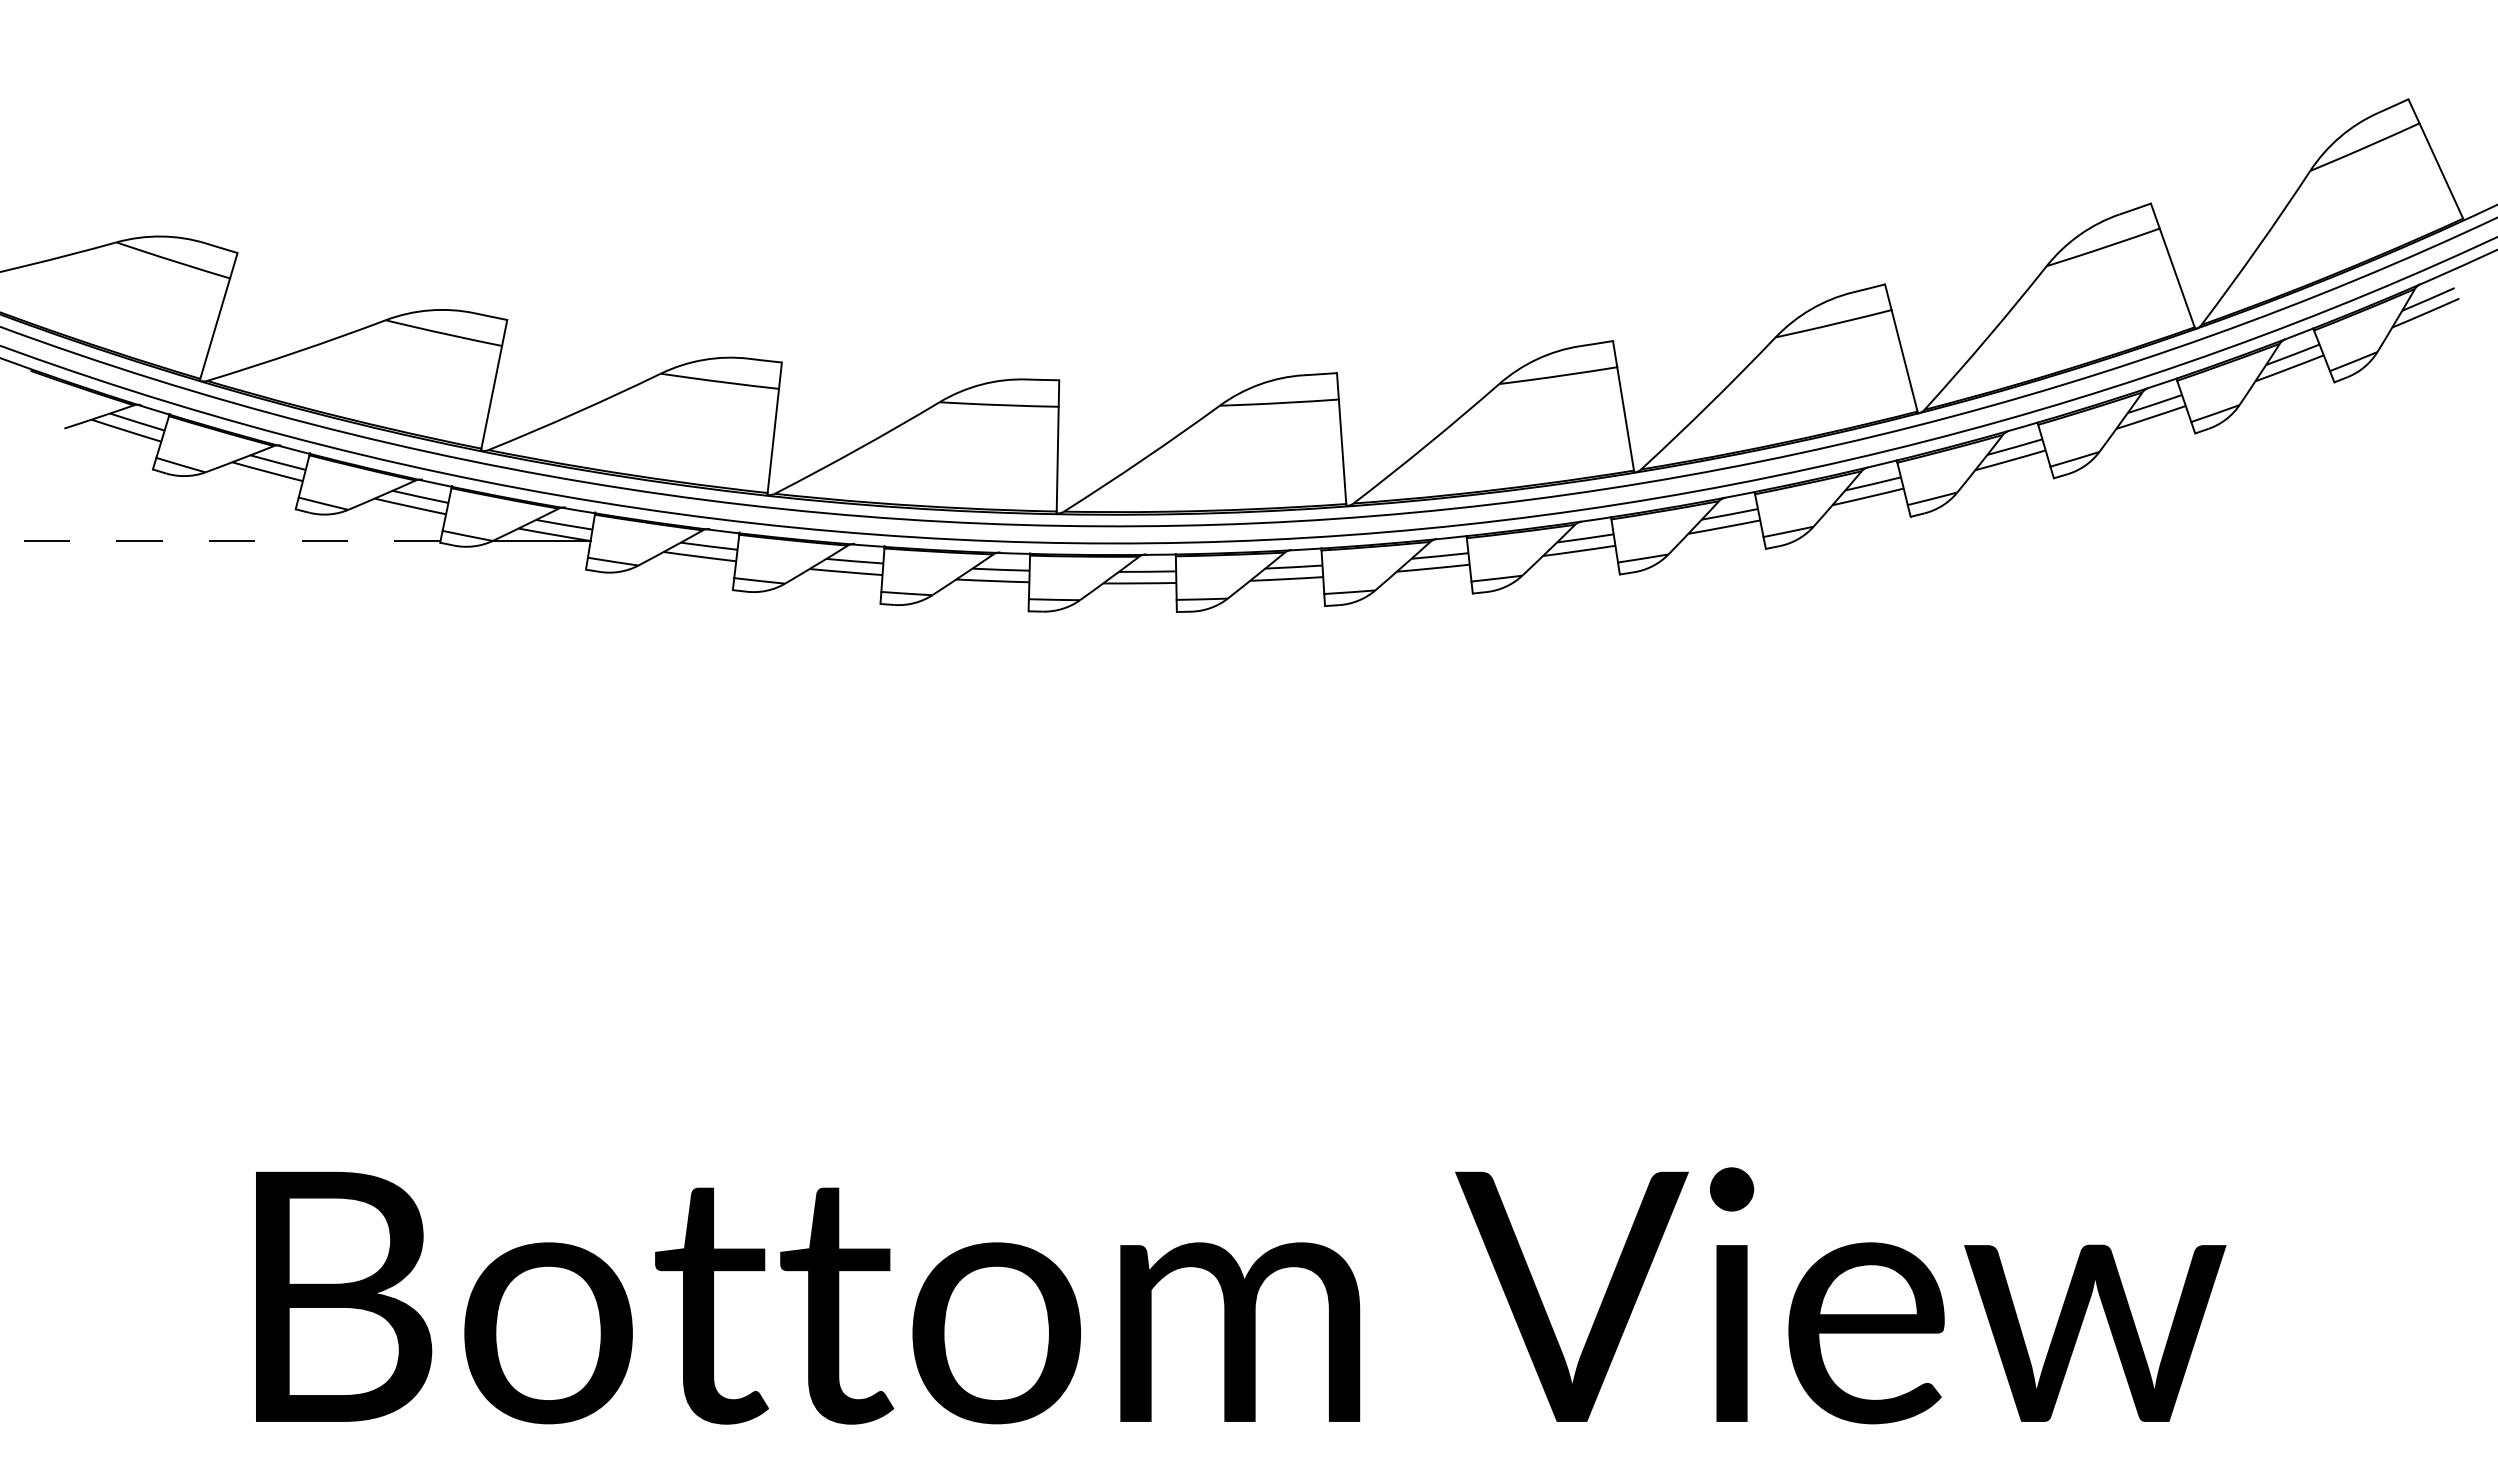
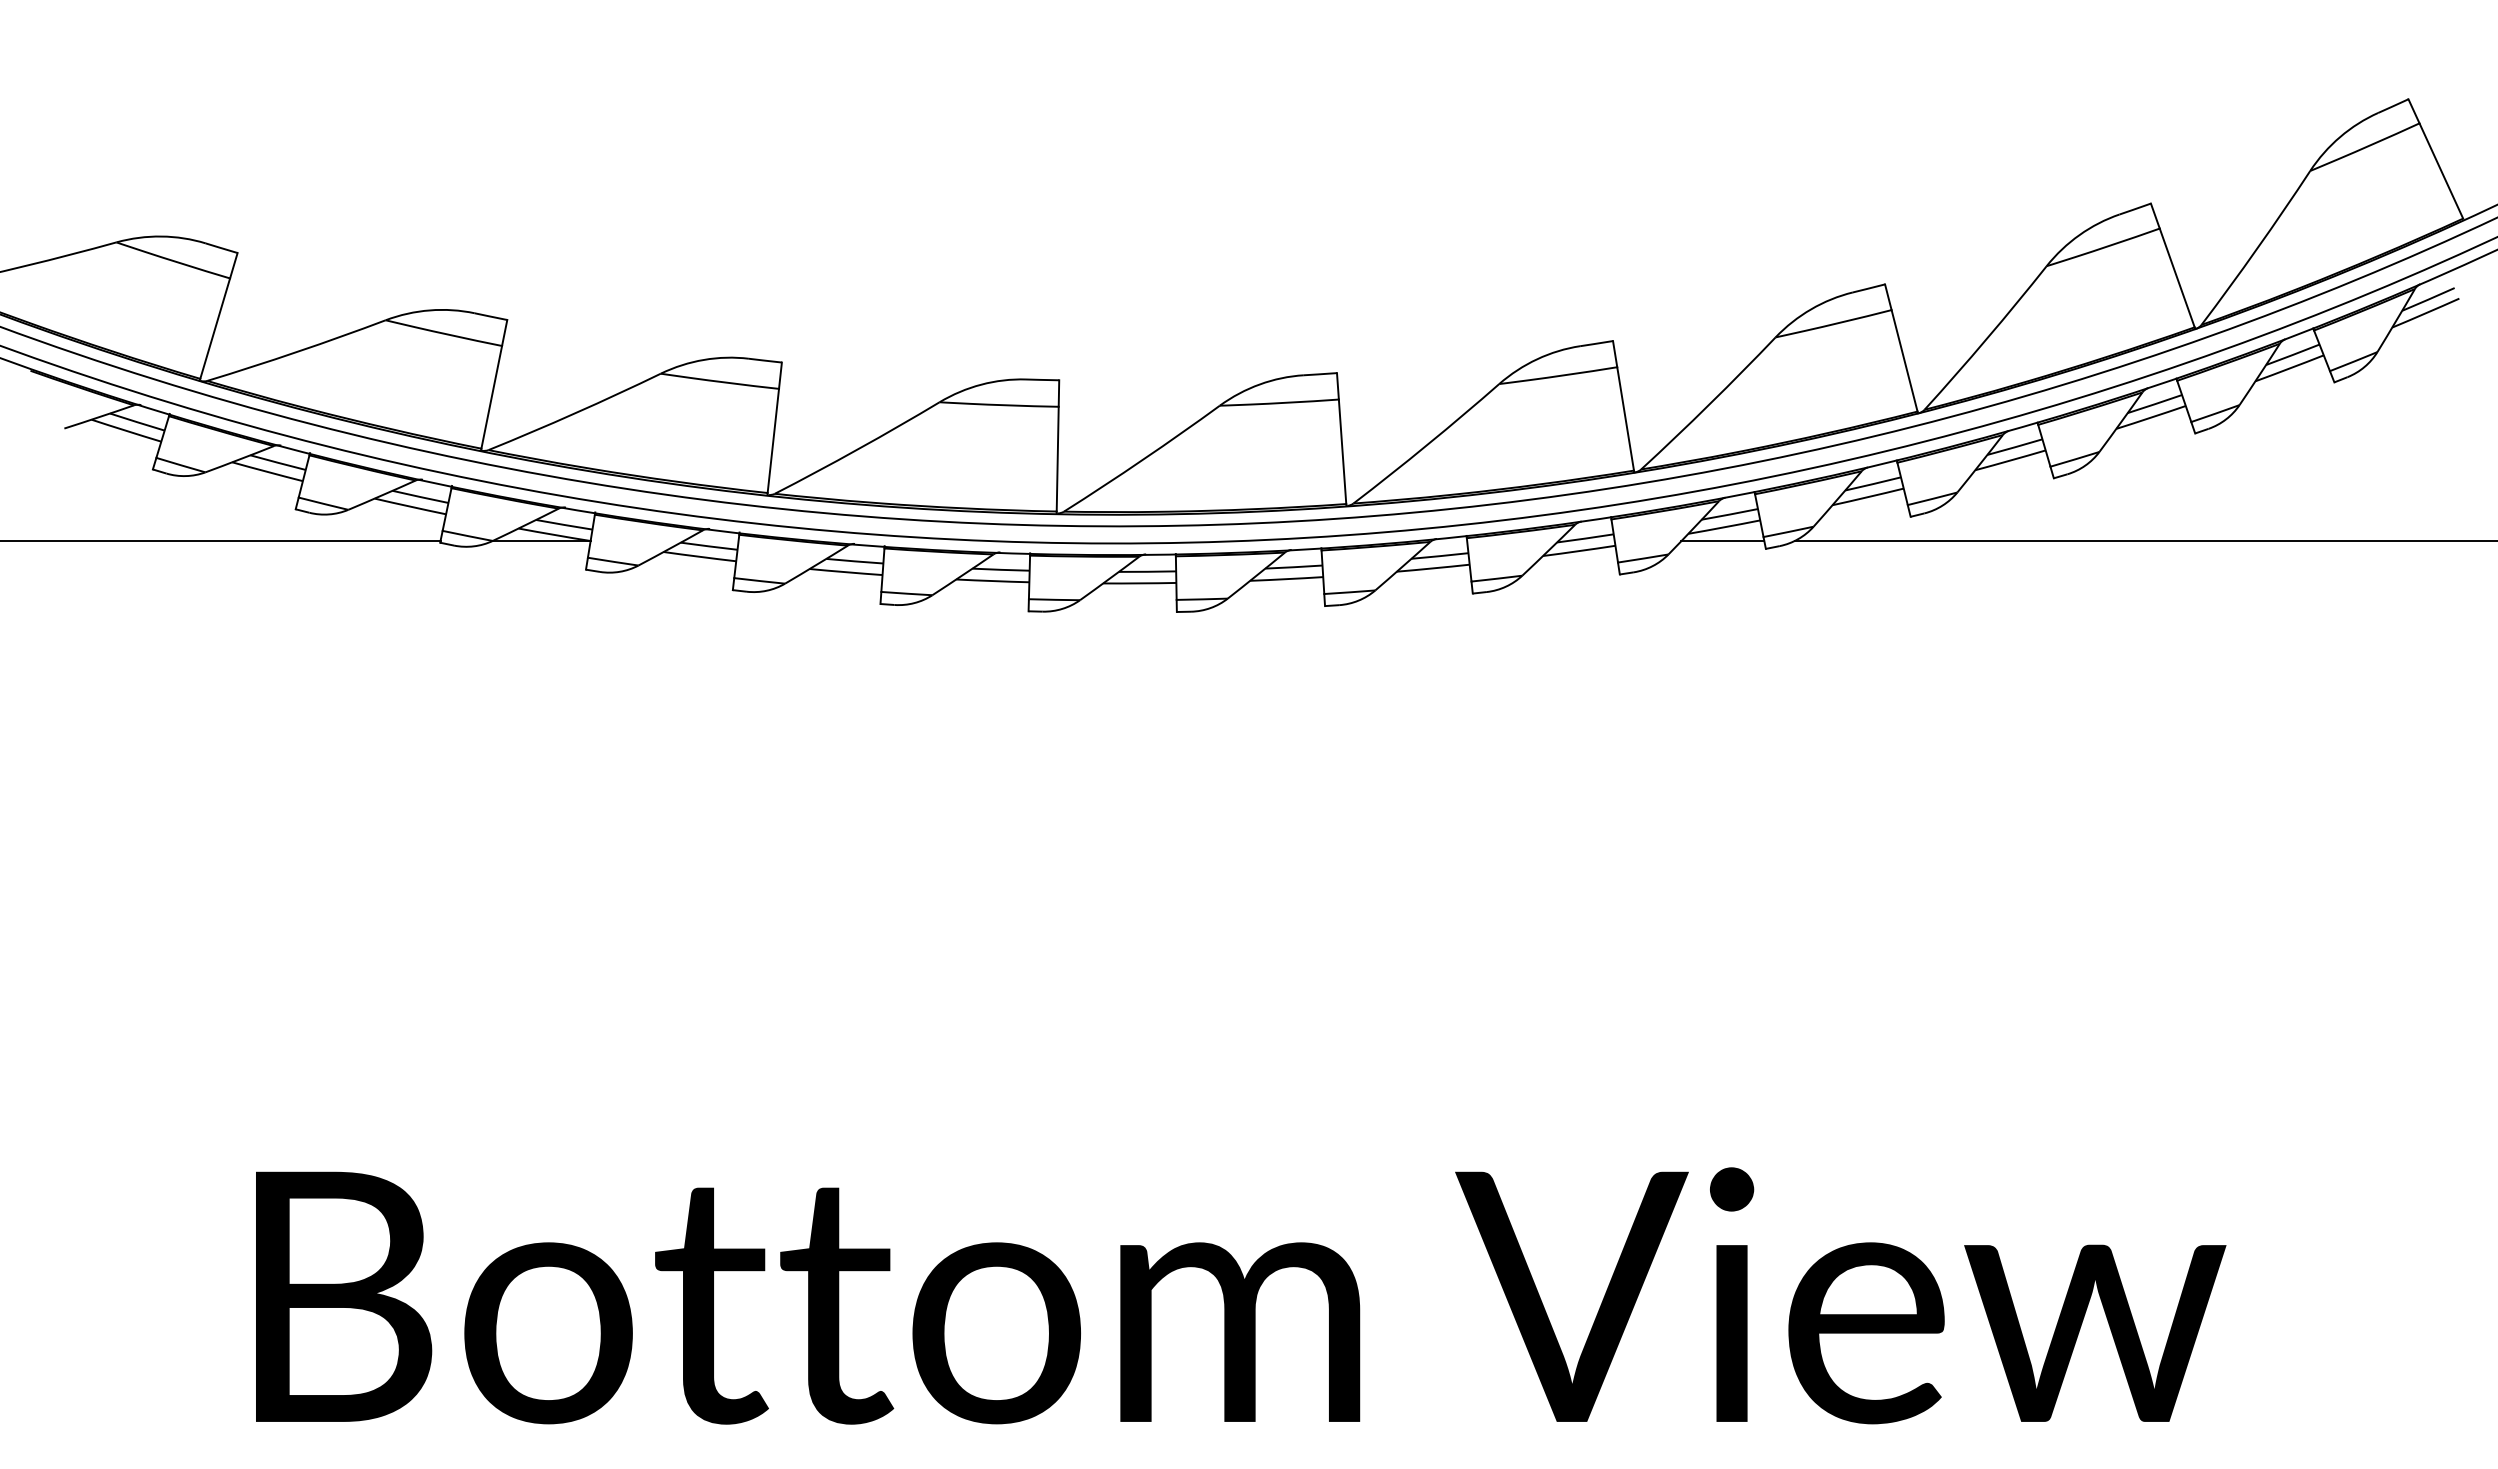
line at (220, 541): dashed -> solid
line at (1722, 541): none -> present
line at (2144, 541): none -> present
